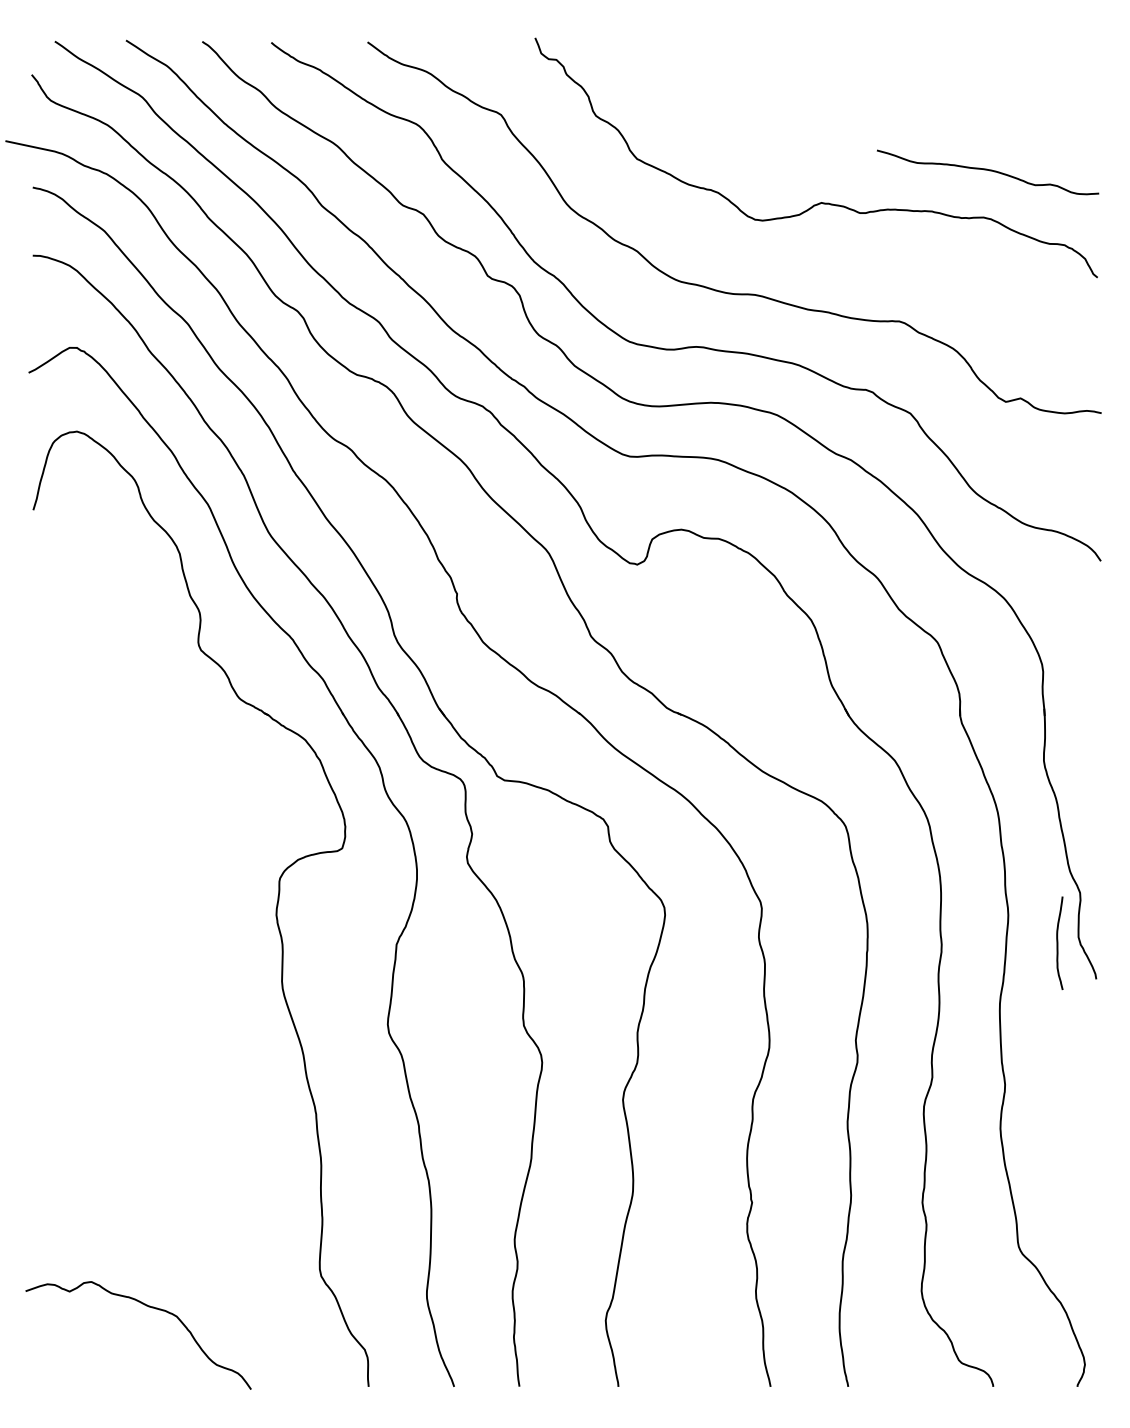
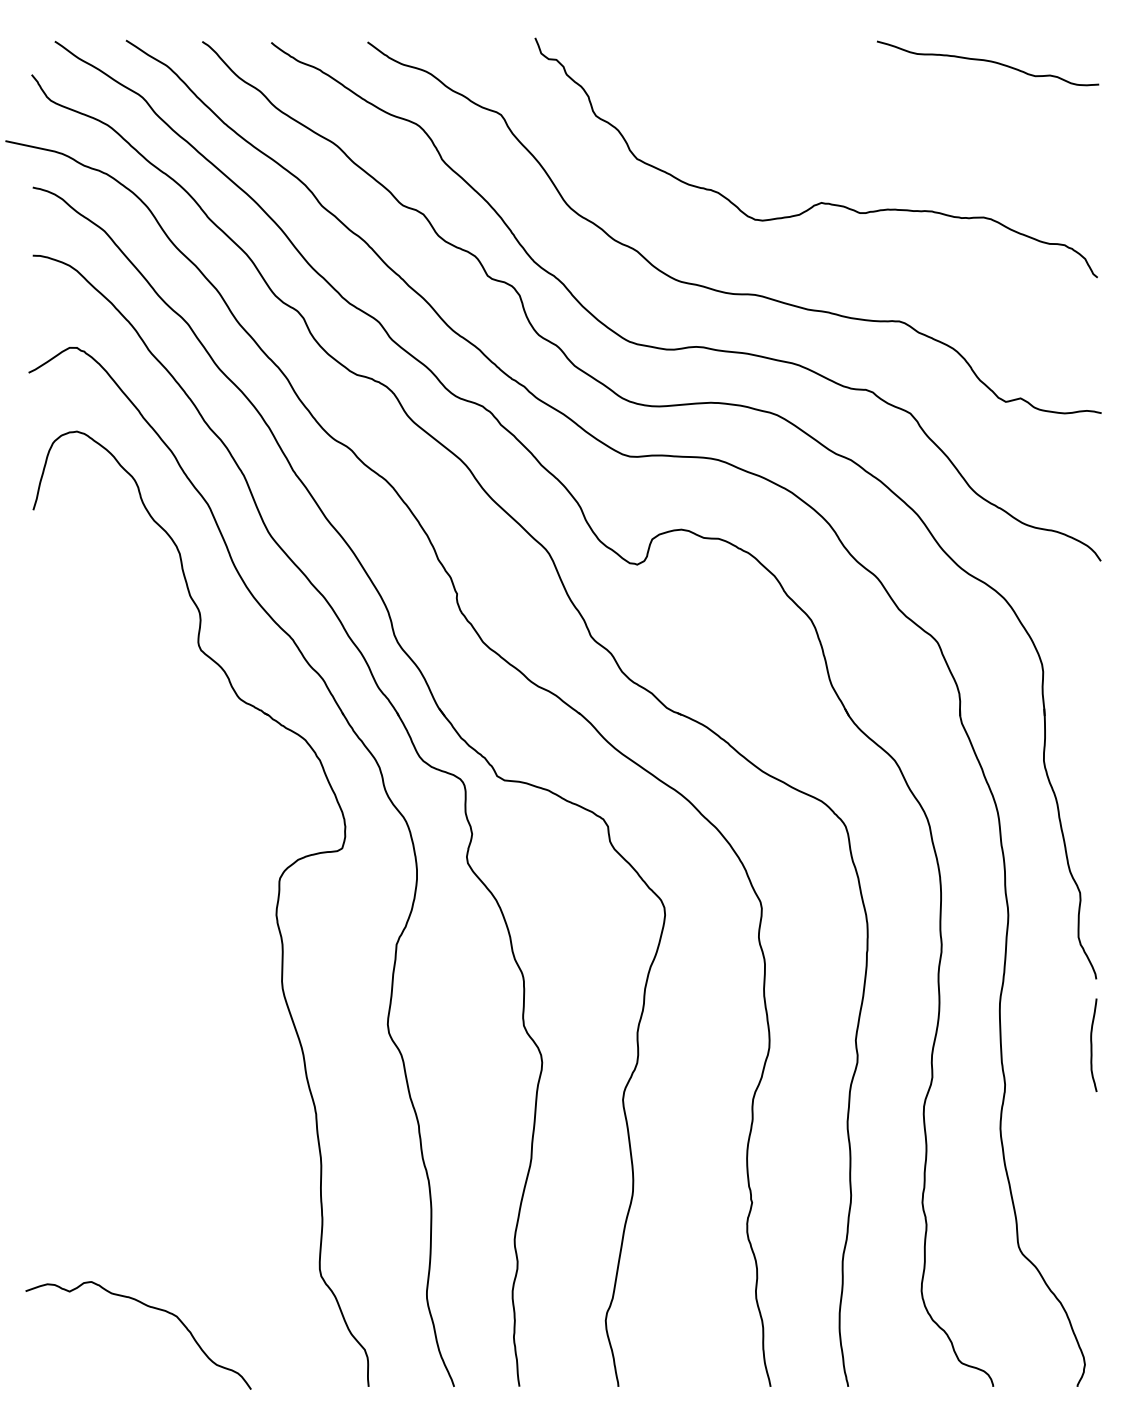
curve at (989, 171) position: (989, 171) -> (989, 62)
curve at (1058, 942) position: (1058, 942) -> (1092, 1044)
